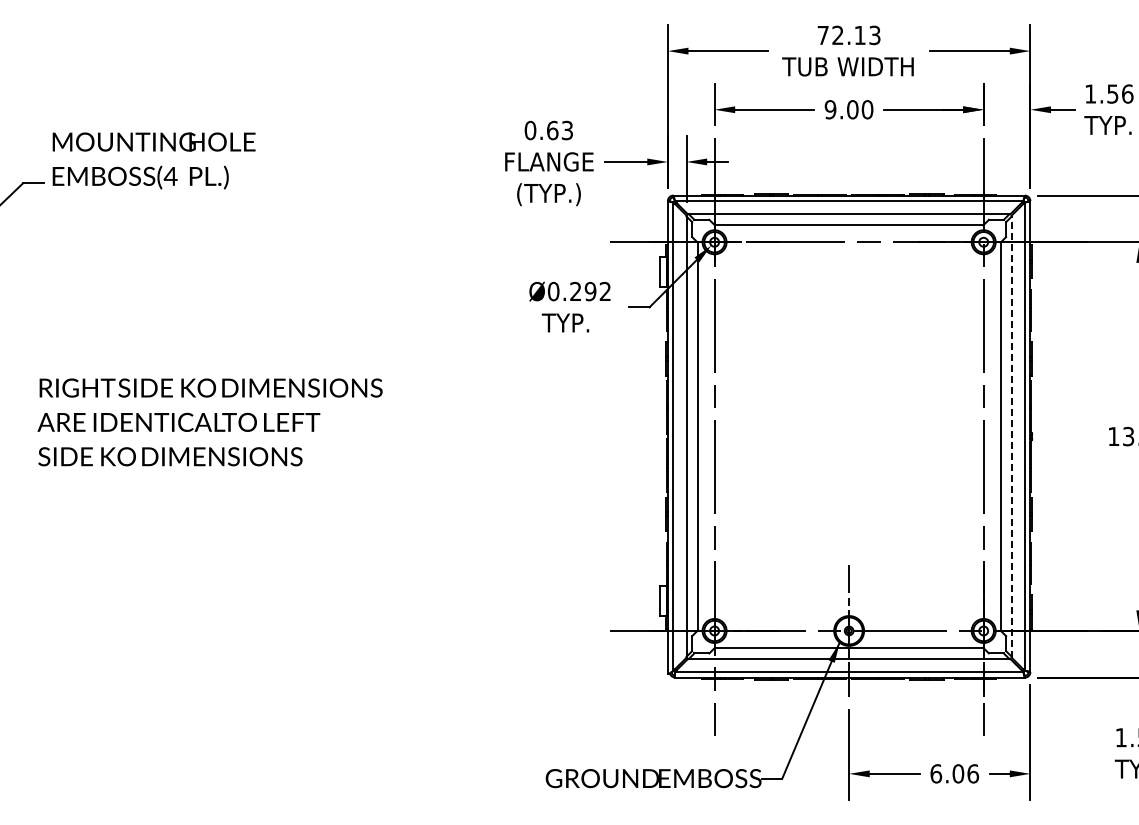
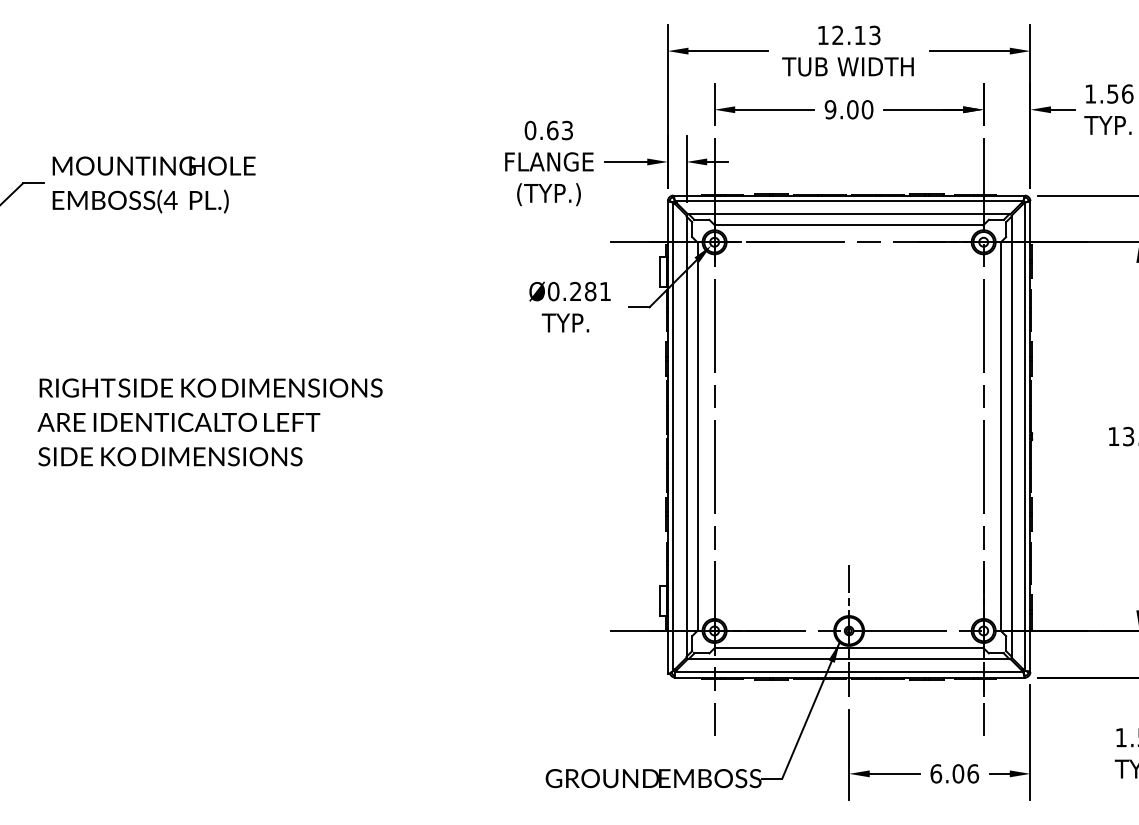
text at (822, 35): 72.13 -> 12.13
text at (153, 160) position: (153, 160) -> (153, 184)
text at (597, 291): Ø0.292 -> Ø0.281
line at (1011, 436): dashed -> solid
